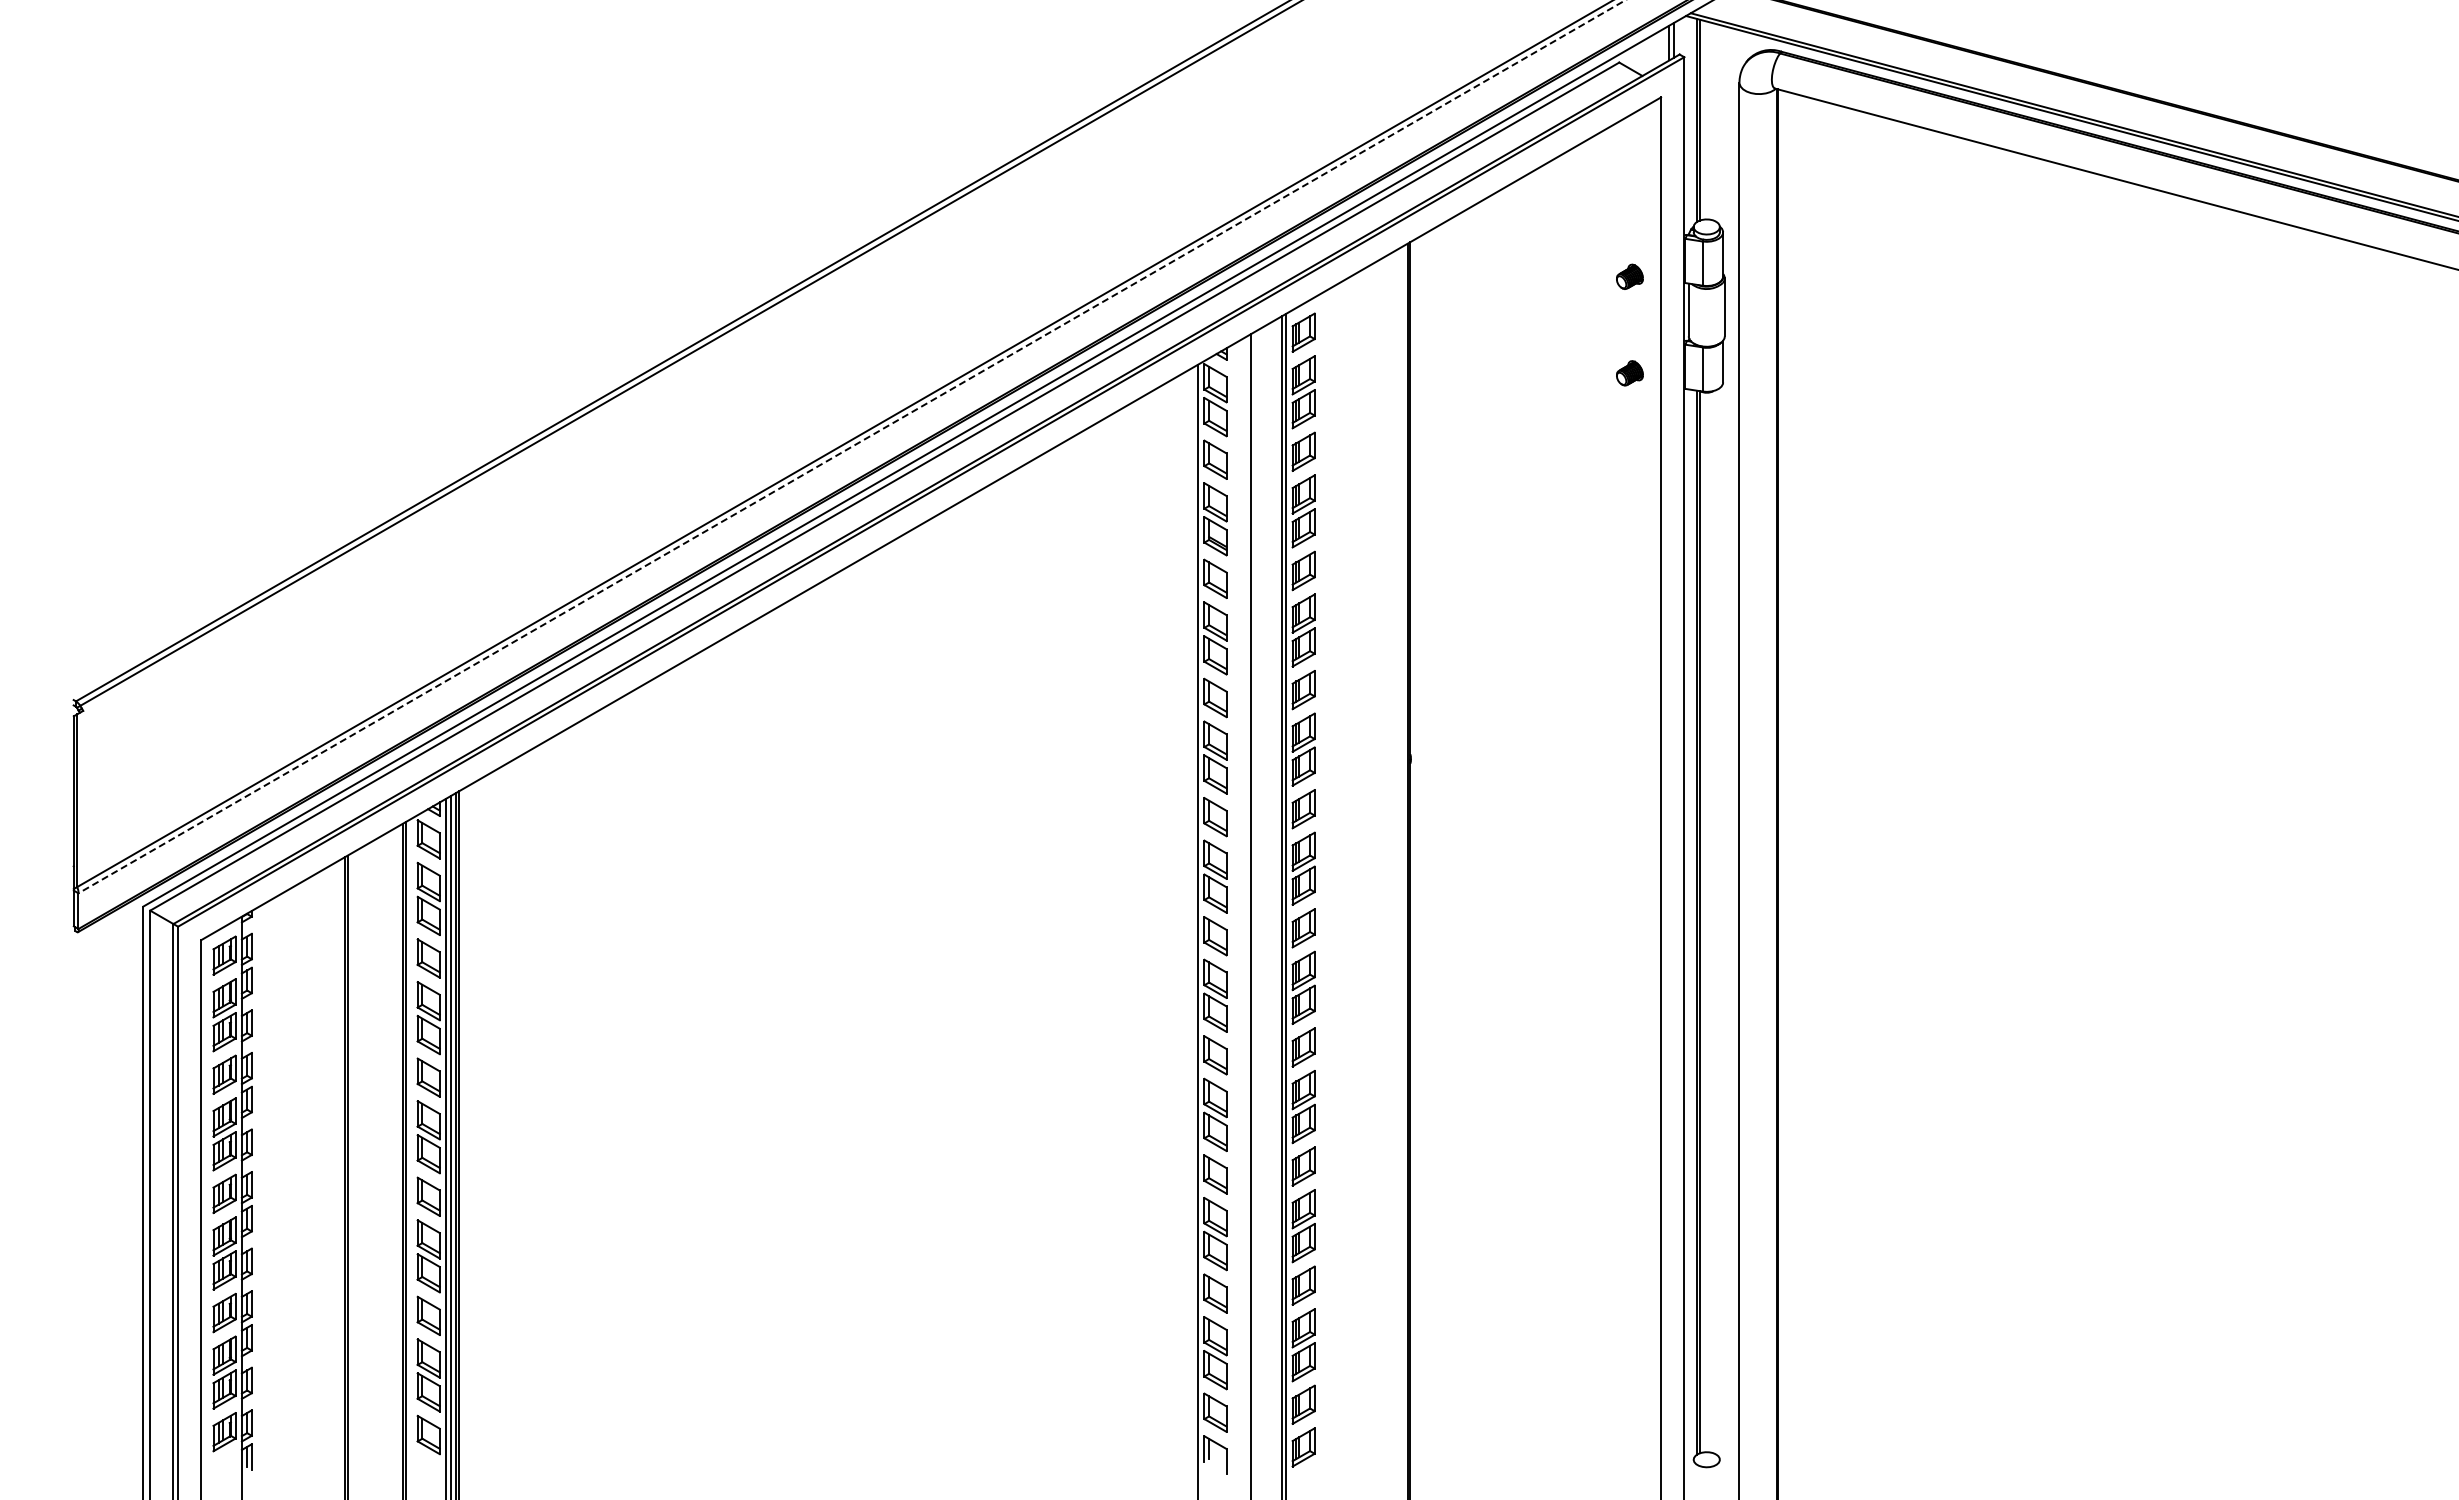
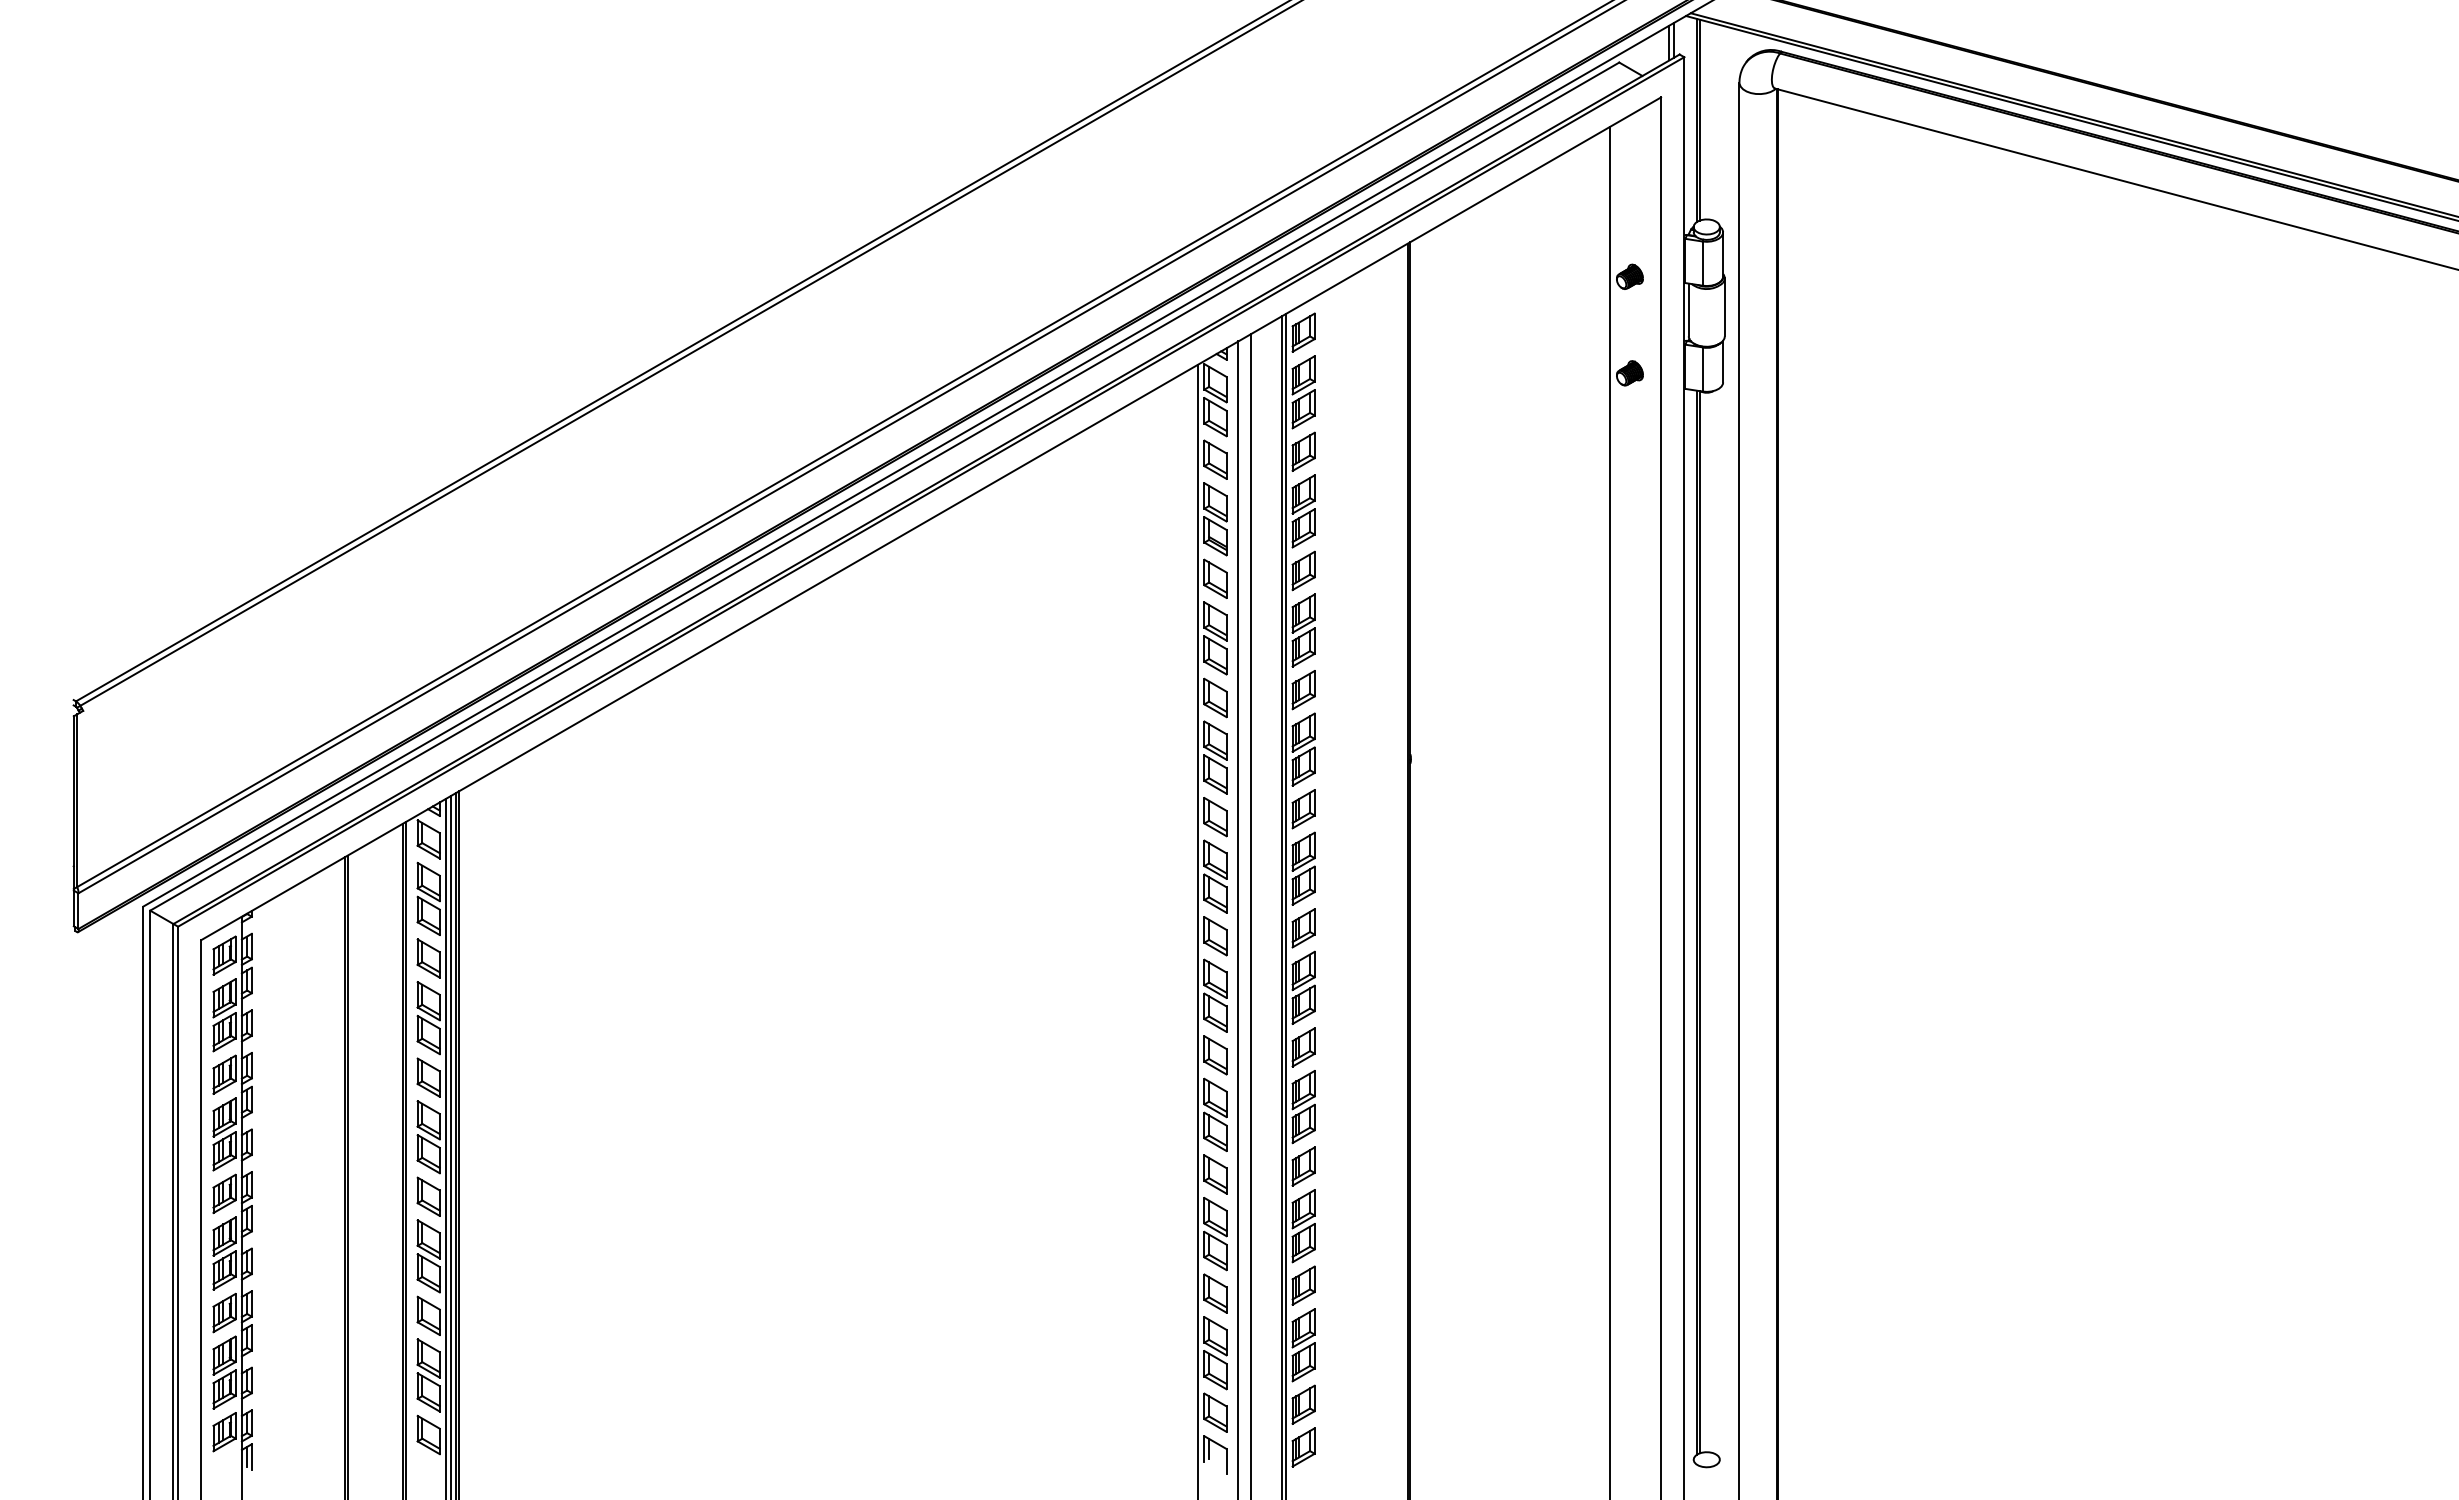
line at (851, 447): dashed -> solid
line at (1610, 811): none -> present
line at (1238, 918): none -> present
